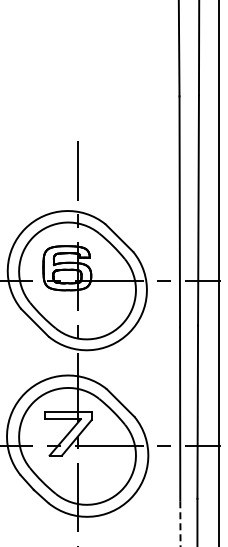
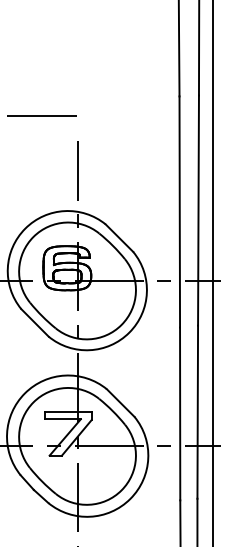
line at (39, 115): none -> present
line at (218, 272) position: (218, 272) -> (212, 272)
line at (180, 523): dashed -> solid
